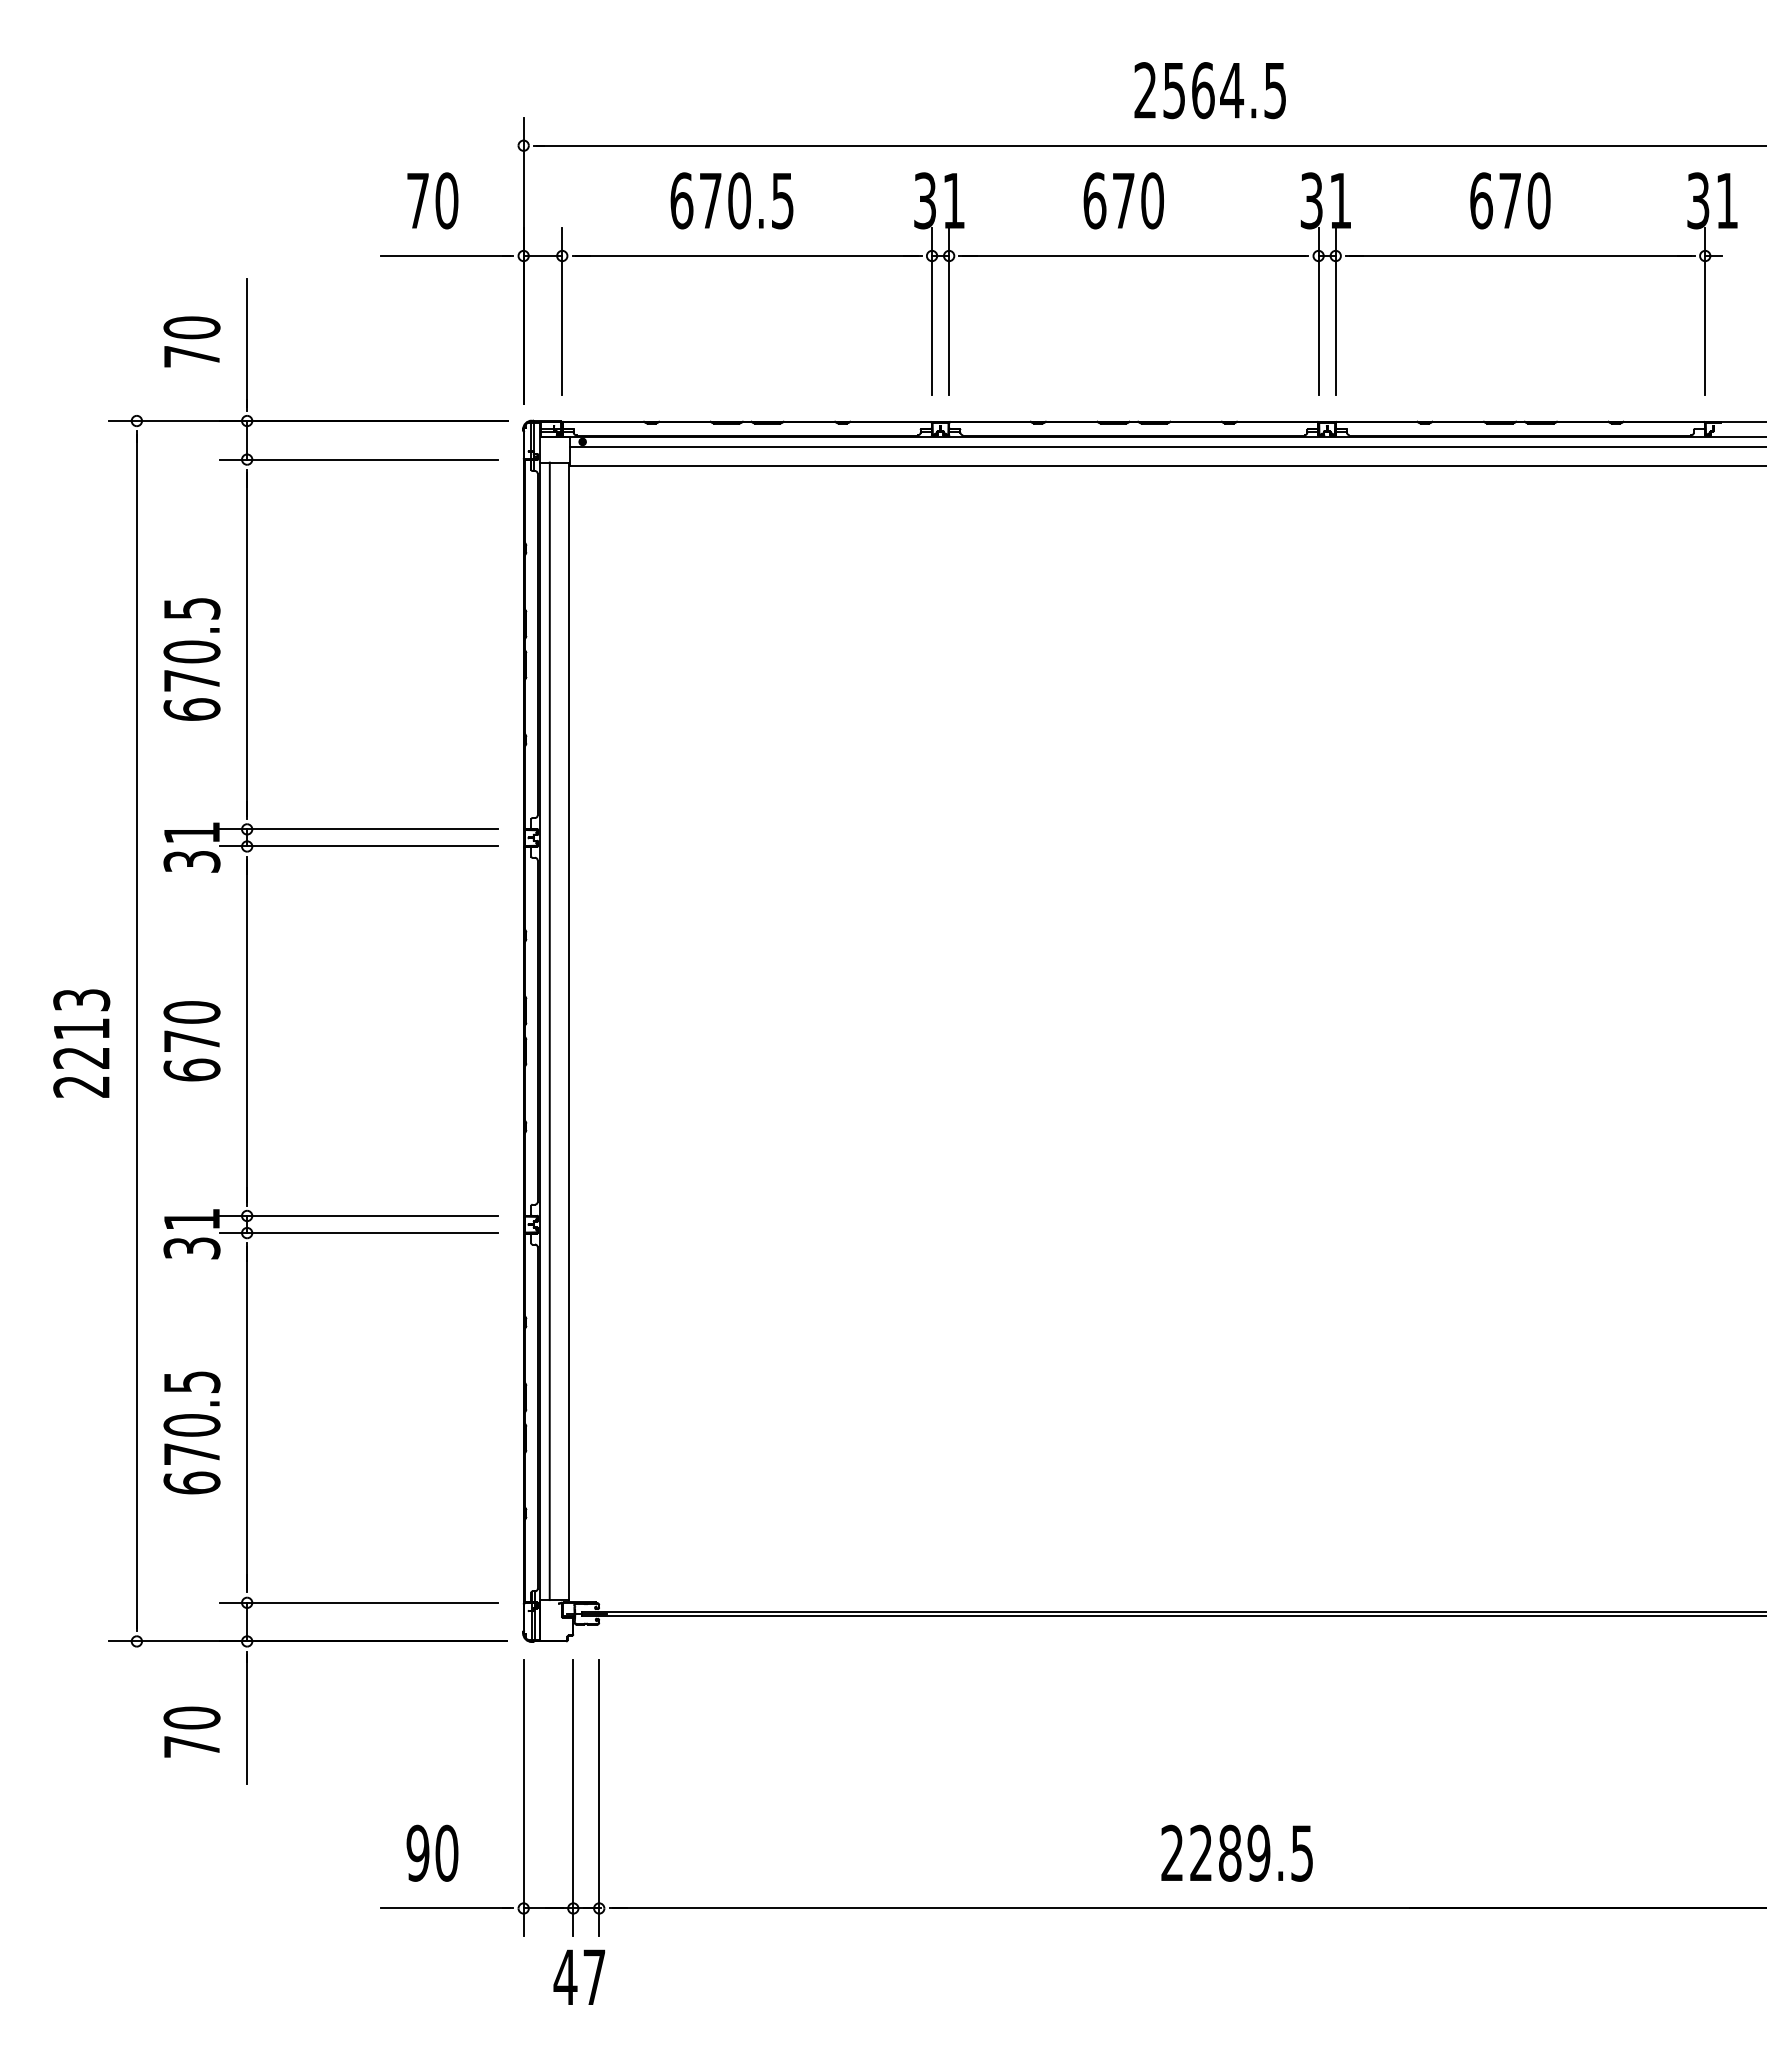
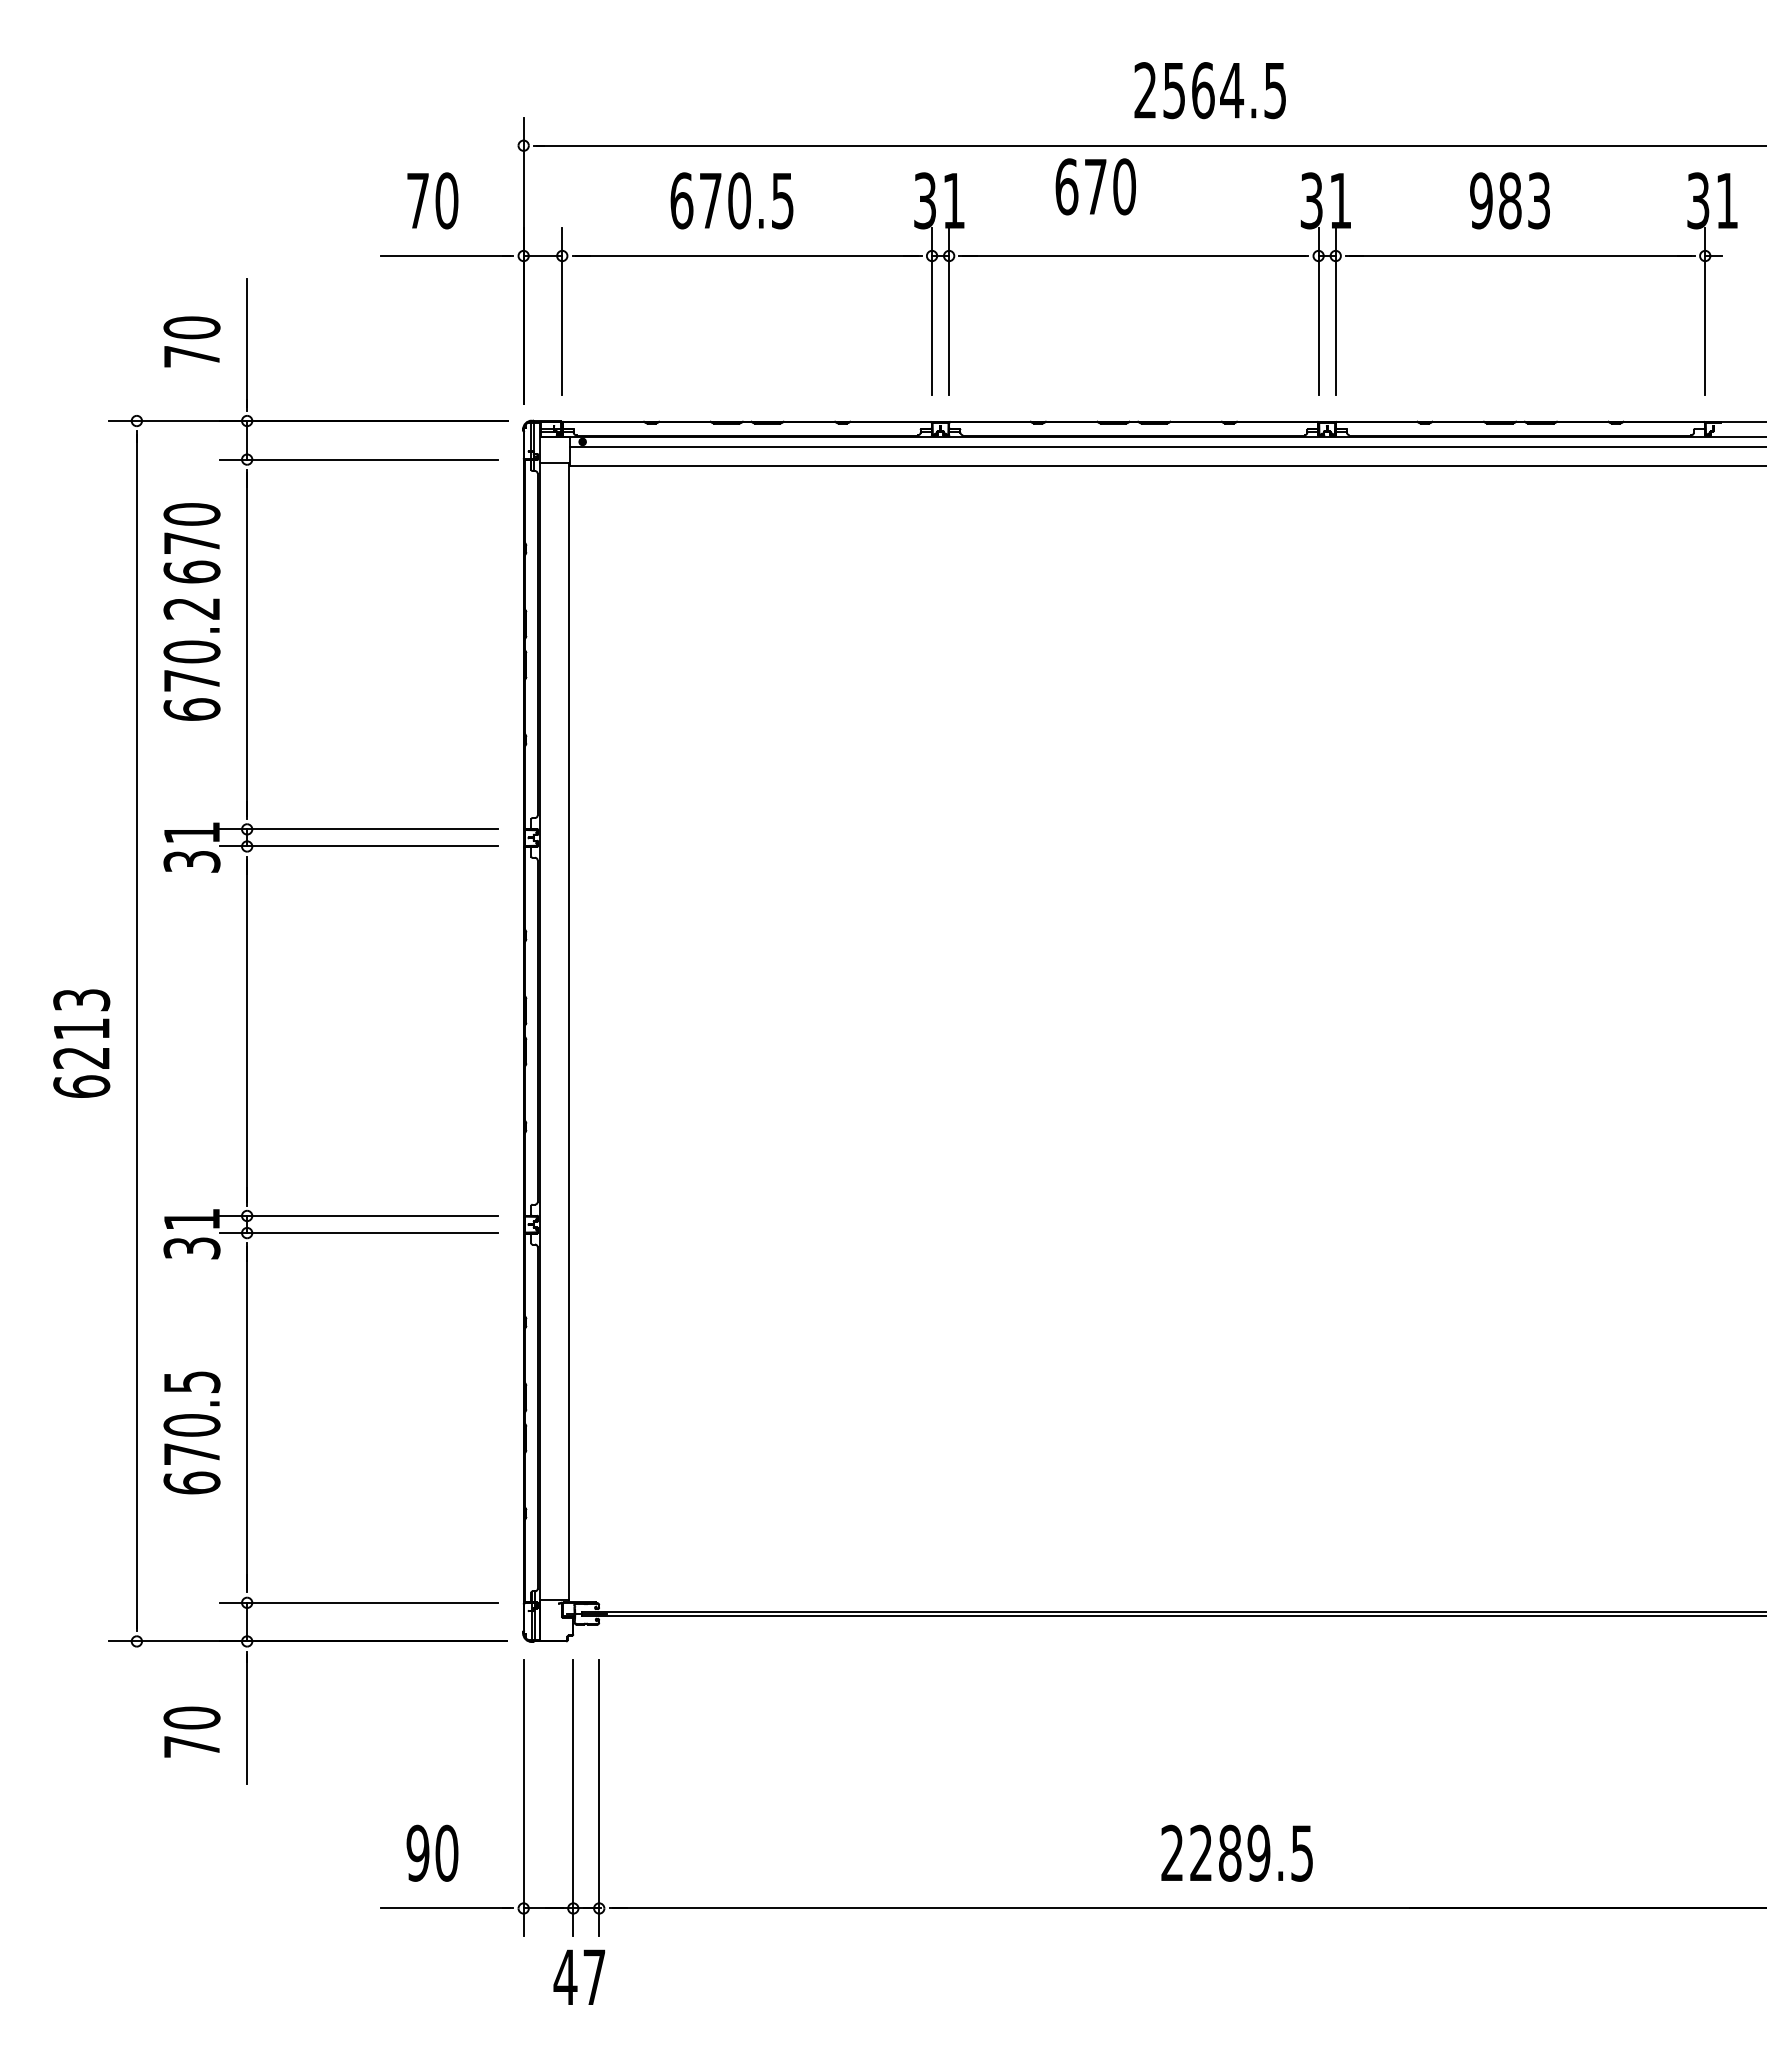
text at (1123, 200) position: (1123, 200) -> (1095, 186)
text at (1510, 200): 670 -> 983
text at (191, 608): 670.5 -> 670.2
line at (549, 1031): present -> none
text at (191, 1041) position: (191, 1041) -> (191, 543)
text at (81, 1086): 2213 -> 6213
